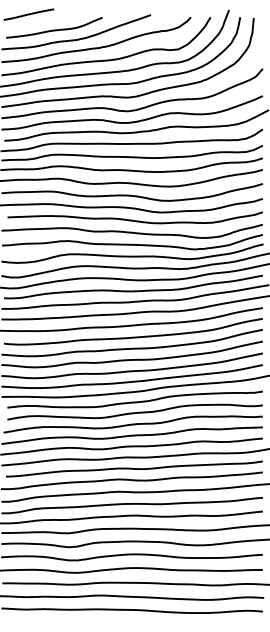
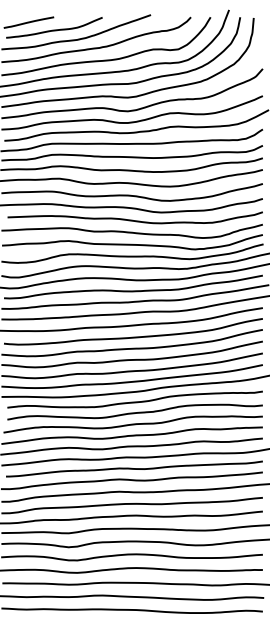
line at (28, 14) position: (28, 14) -> (28, 22)
